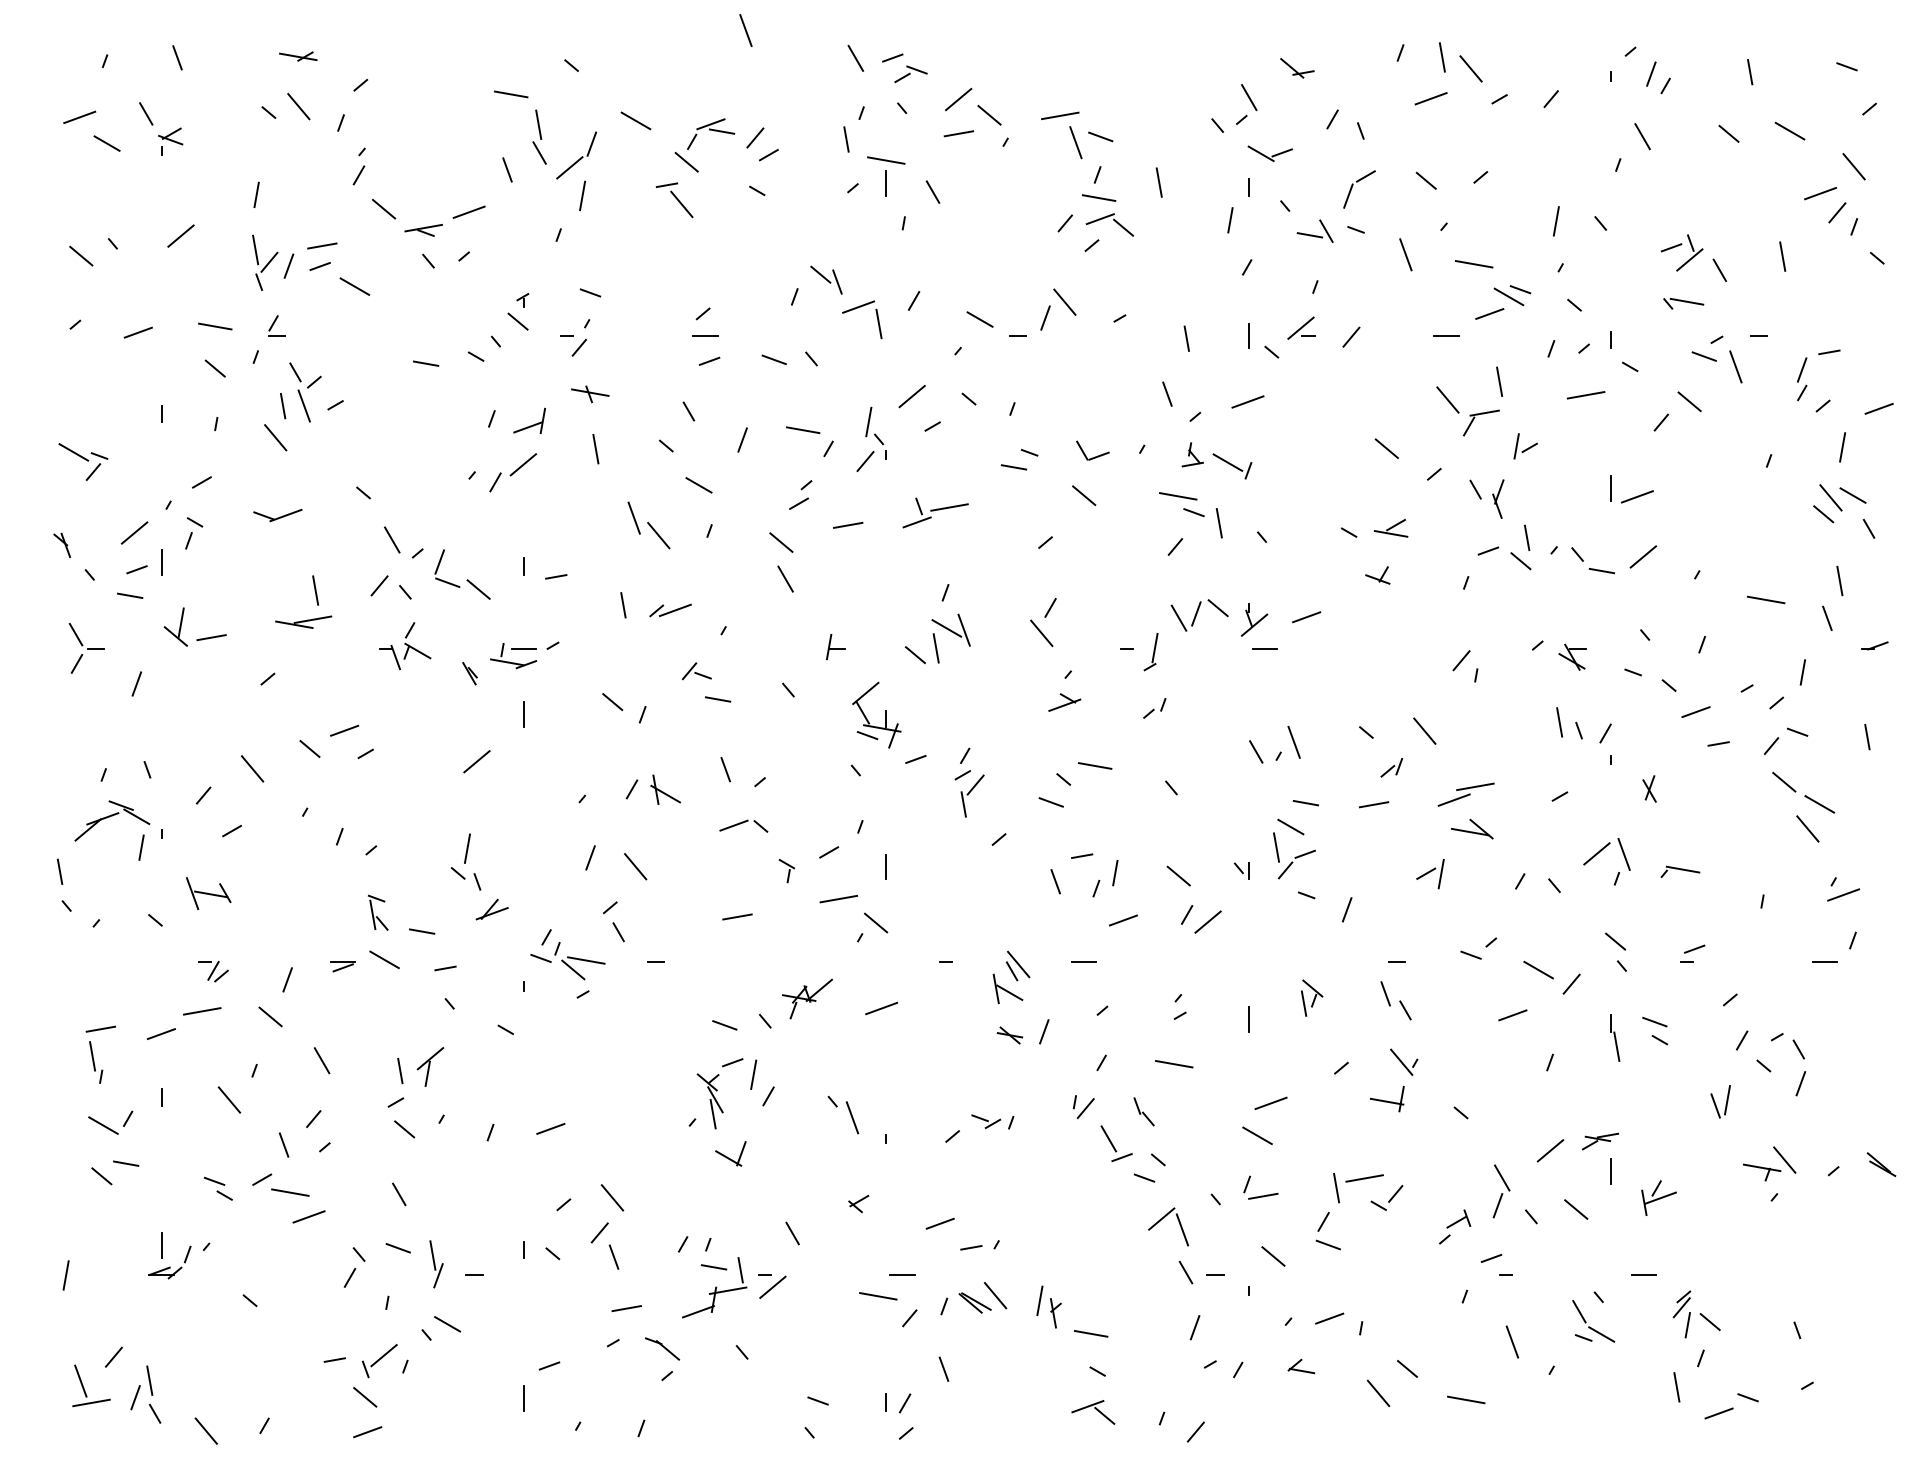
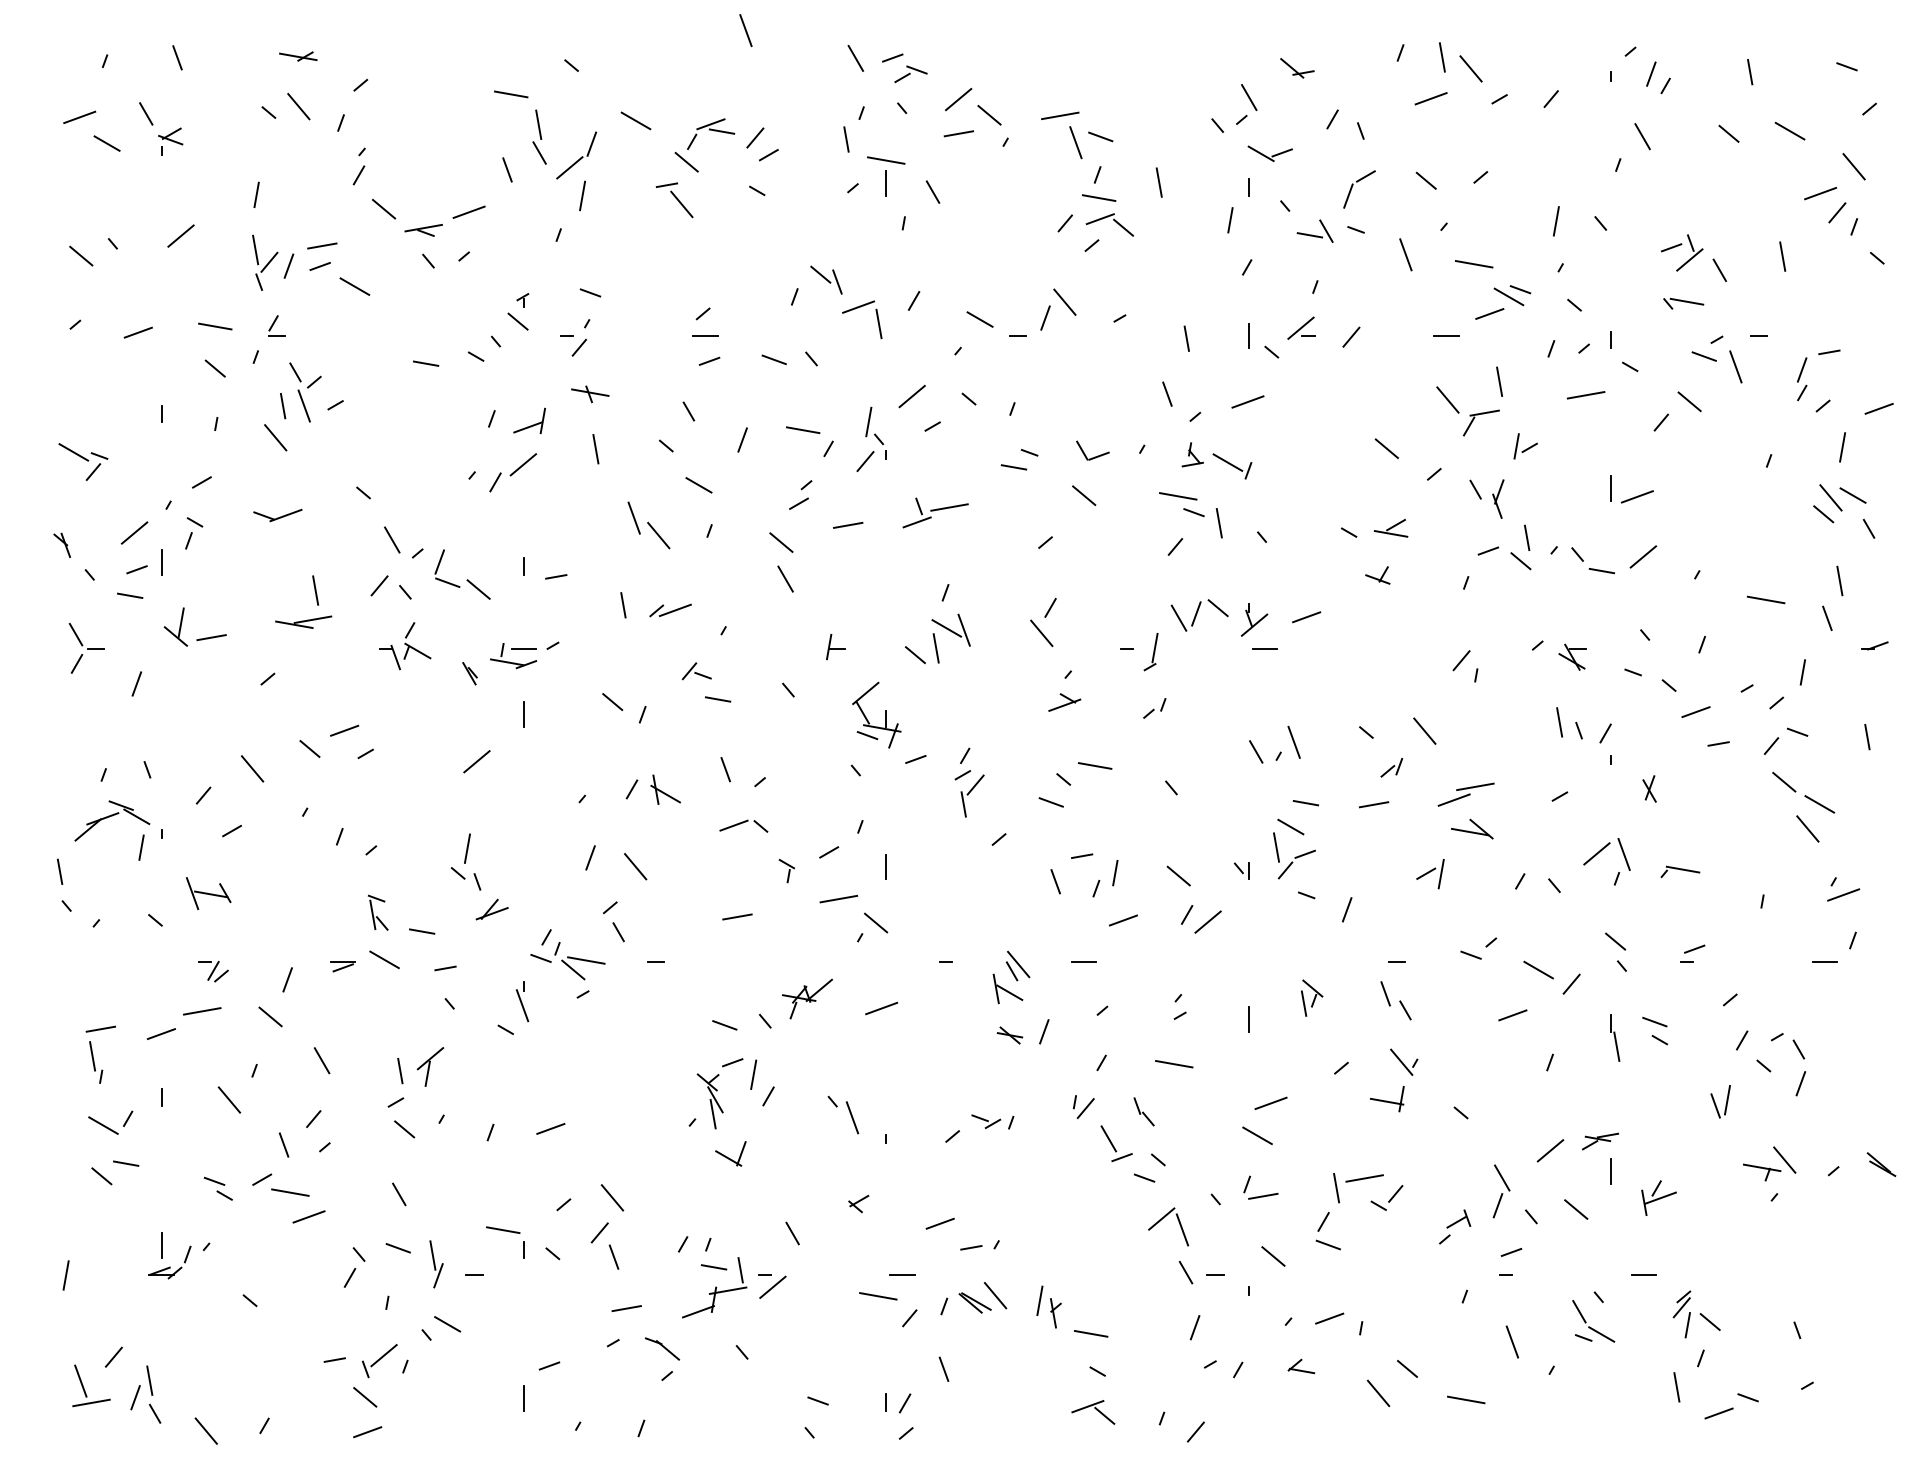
line at (522, 1005): none -> present
line at (503, 1230): none -> present
line at (1491, 1257) position: (1491, 1257) -> (1511, 1251)
